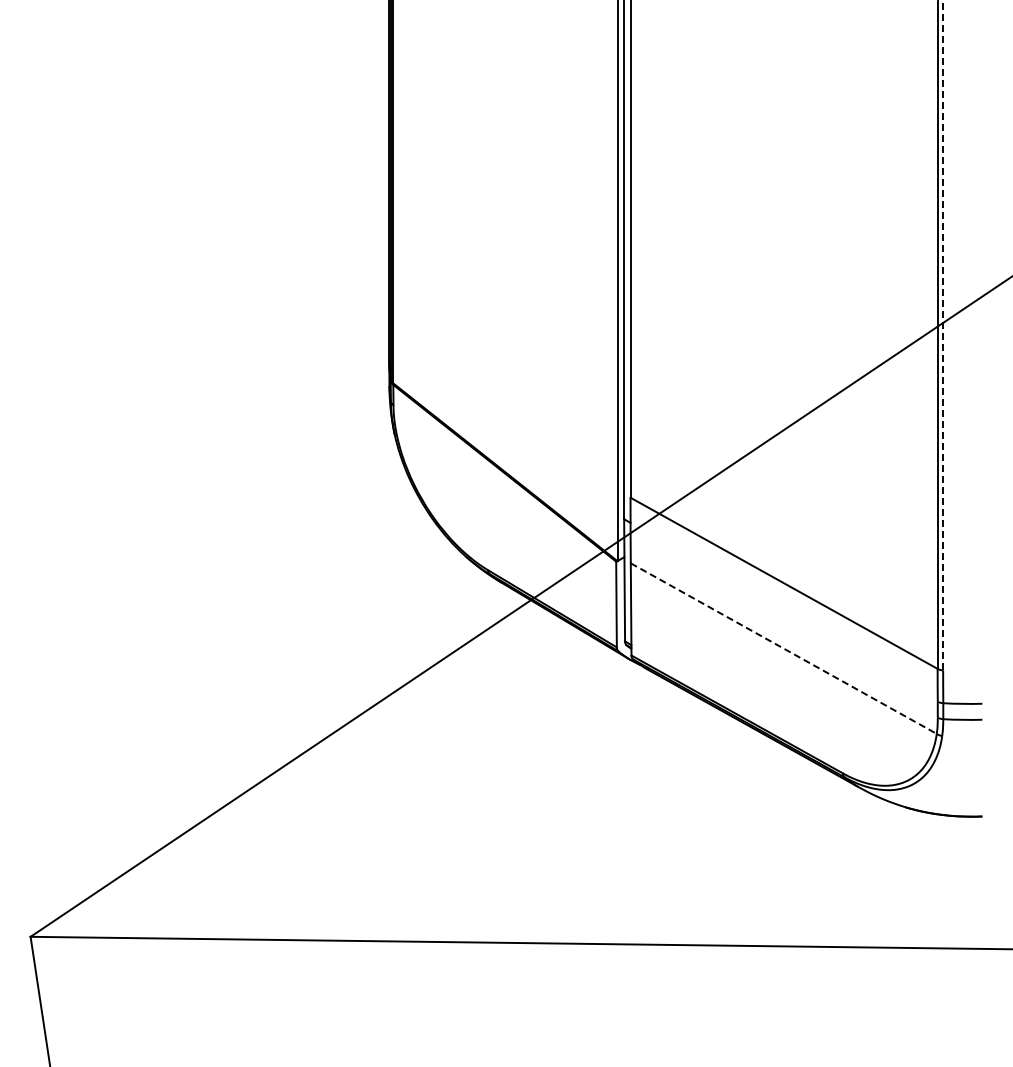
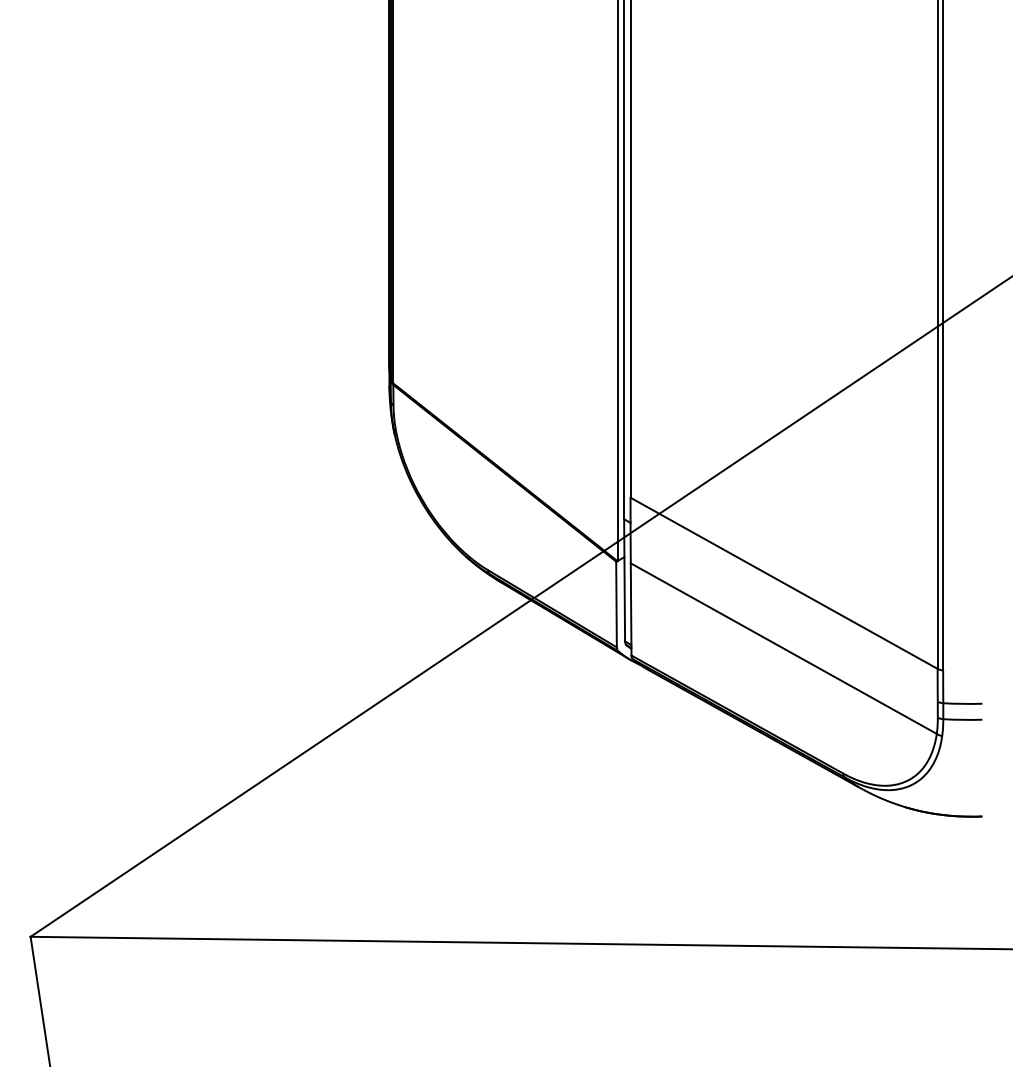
line at (943, 334): dashed -> solid
line at (784, 648): dashed -> solid
